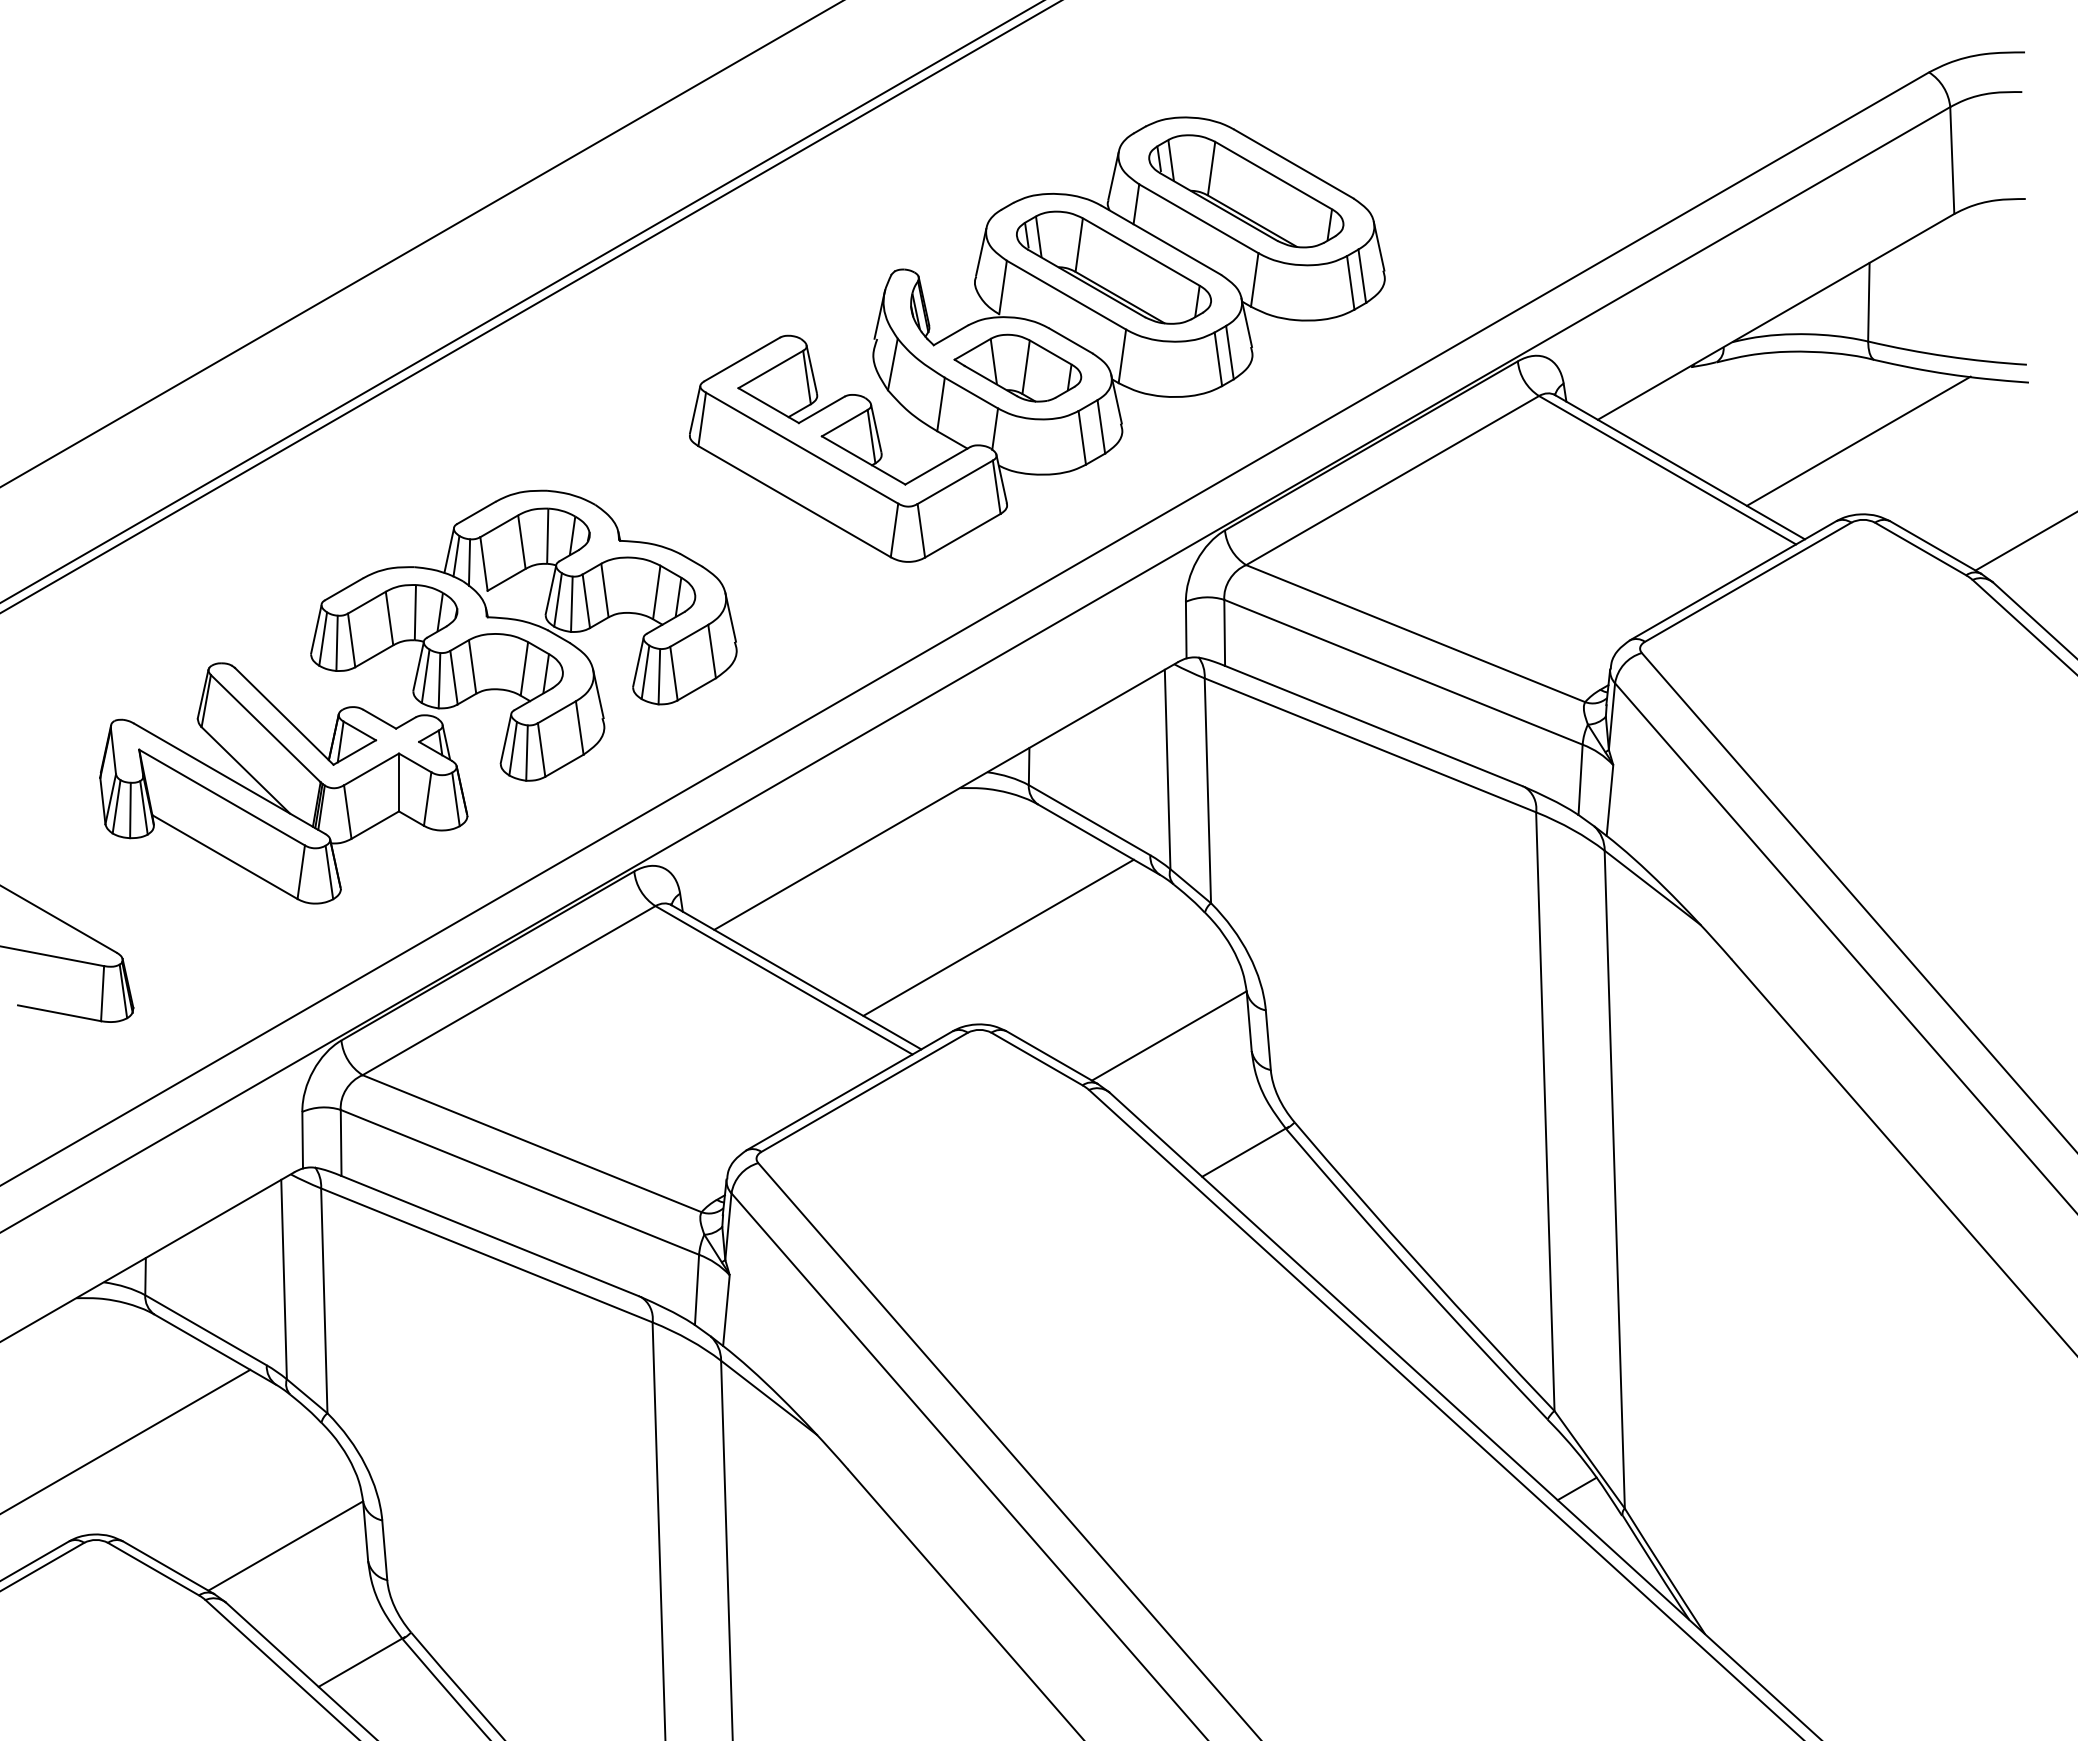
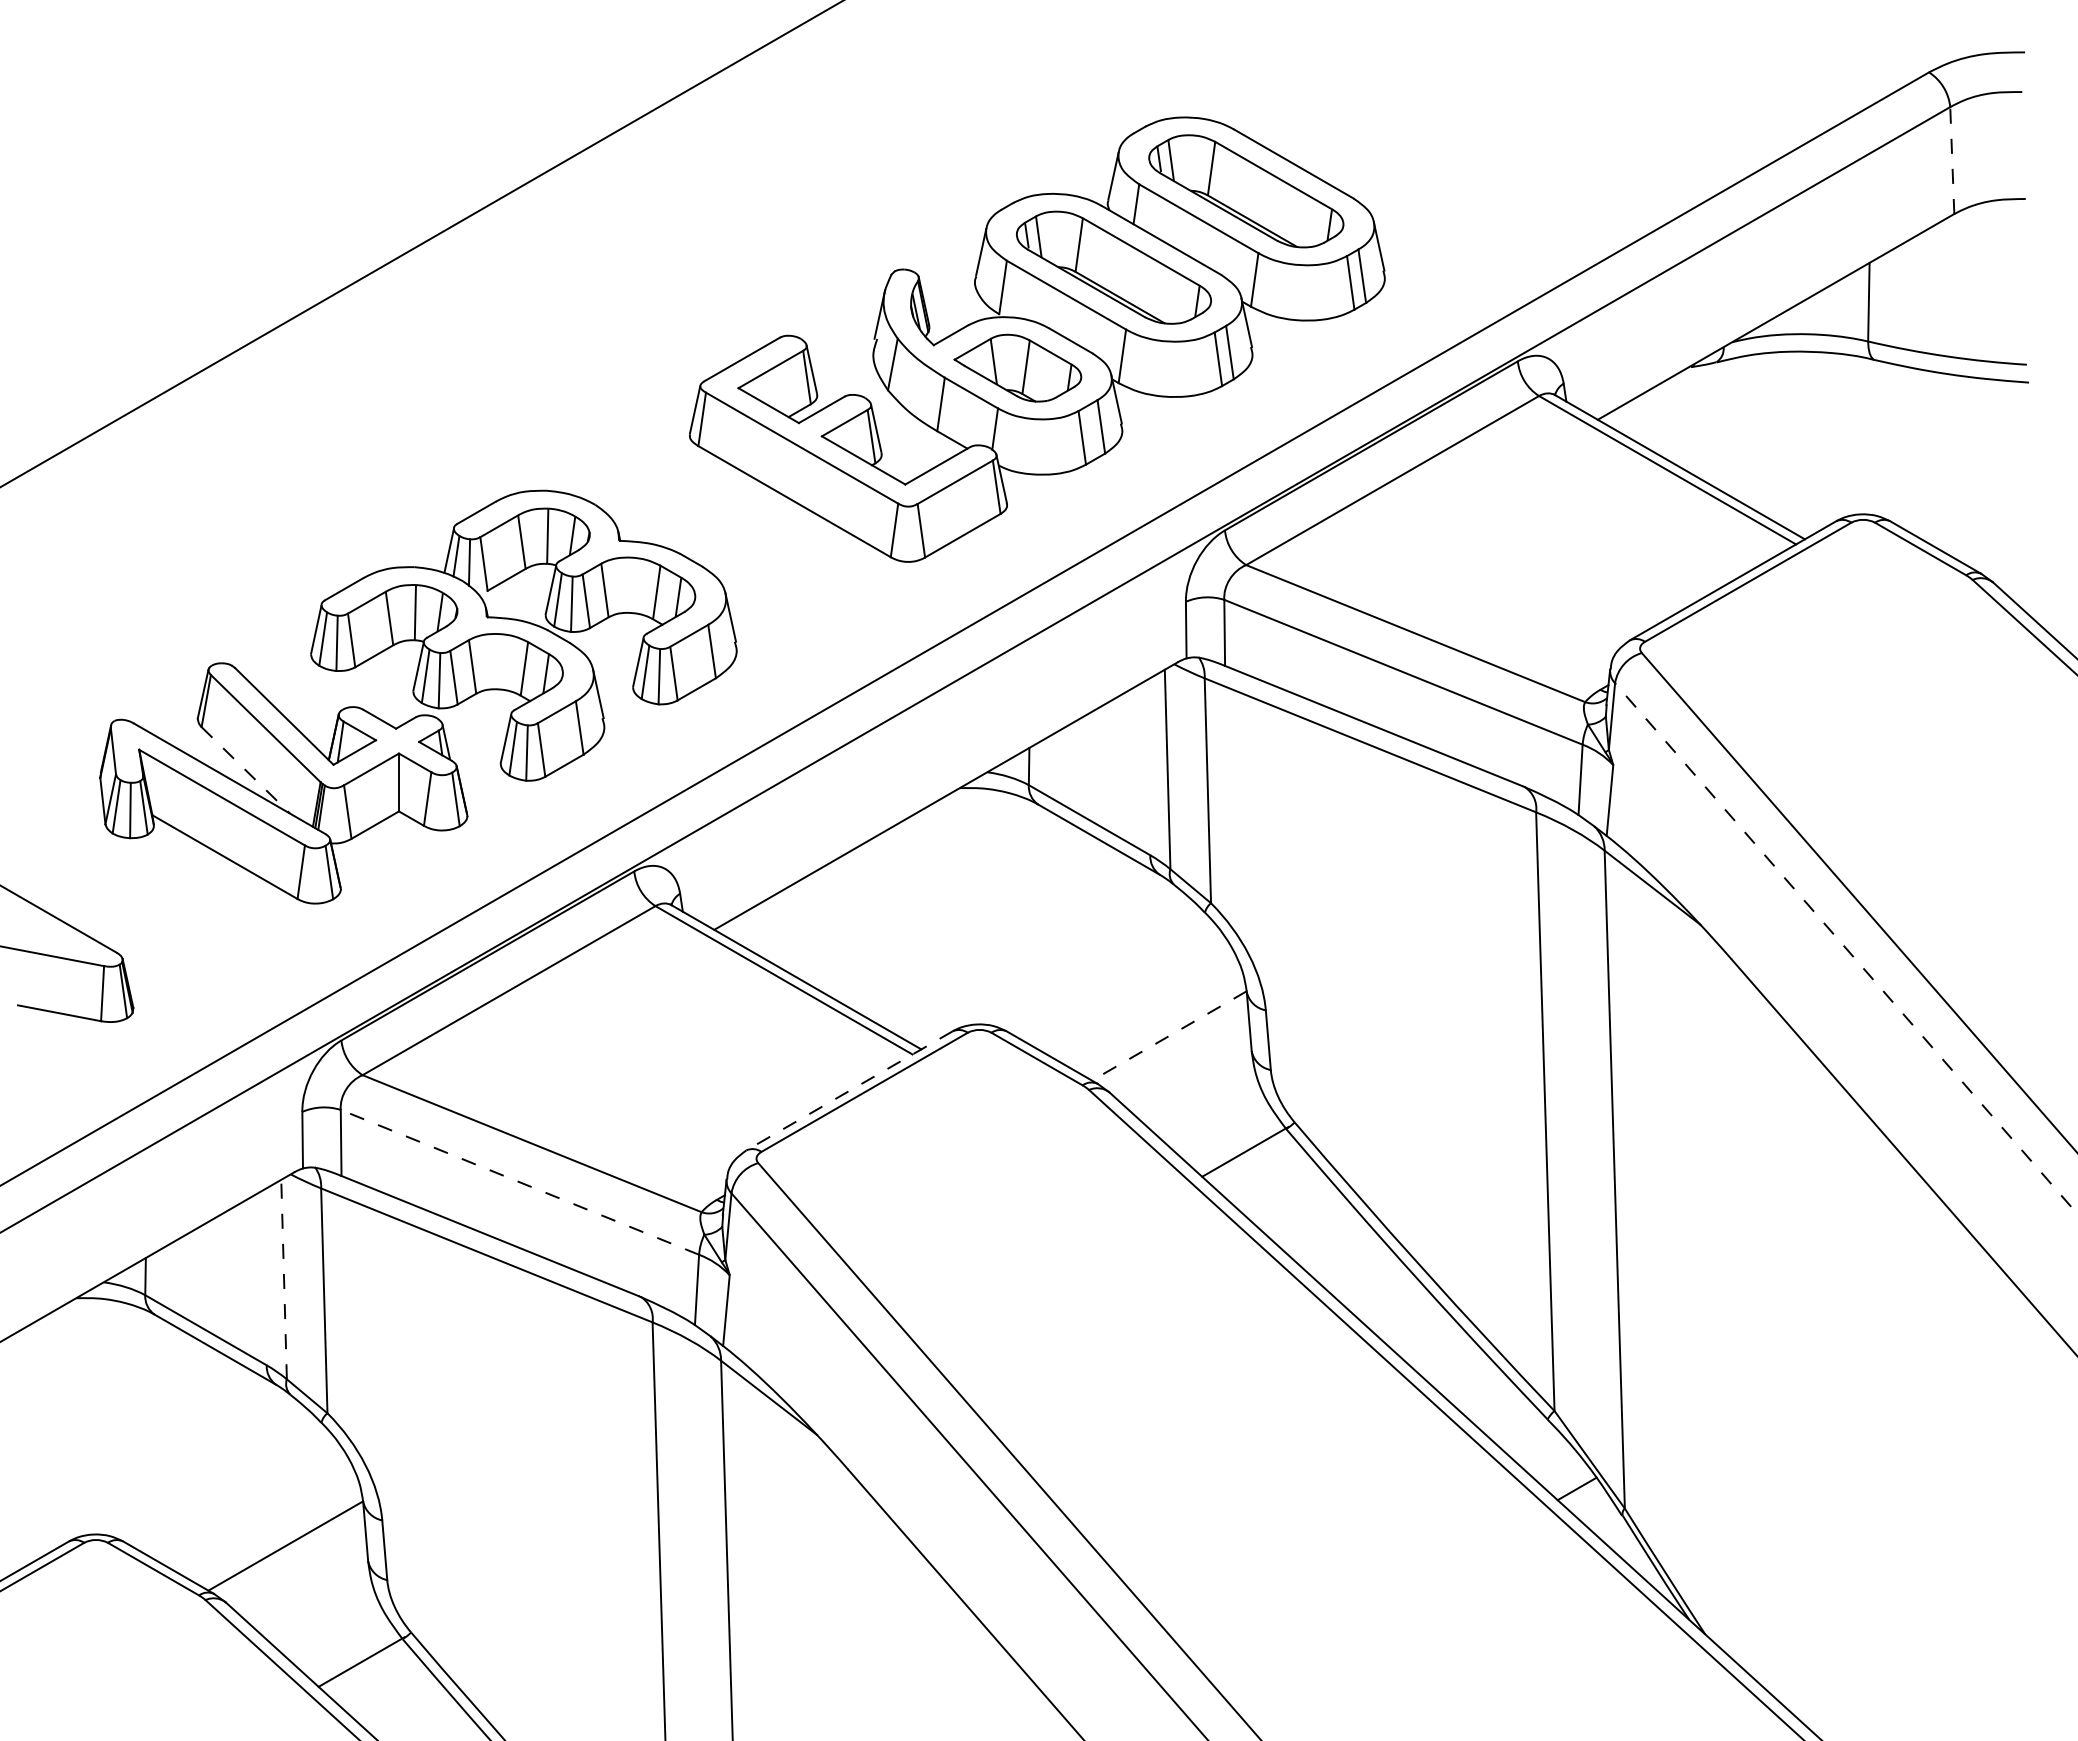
line at (1952, 159): solid -> dashed
line at (521, 301): present -> none
line at (530, 307): present -> none
line at (1858, 440): present -> none
line at (2024, 541): present -> none
line at (245, 770): solid -> dashed
line at (998, 937): present -> none
line at (1846, 948): solid -> dashed
line at (1168, 1036): solid -> dashed
line at (849, 1091): solid -> dashed
line at (519, 1182): solid -> dashed
line at (284, 1279): solid -> dashed
line at (126, 1440): present -> none
